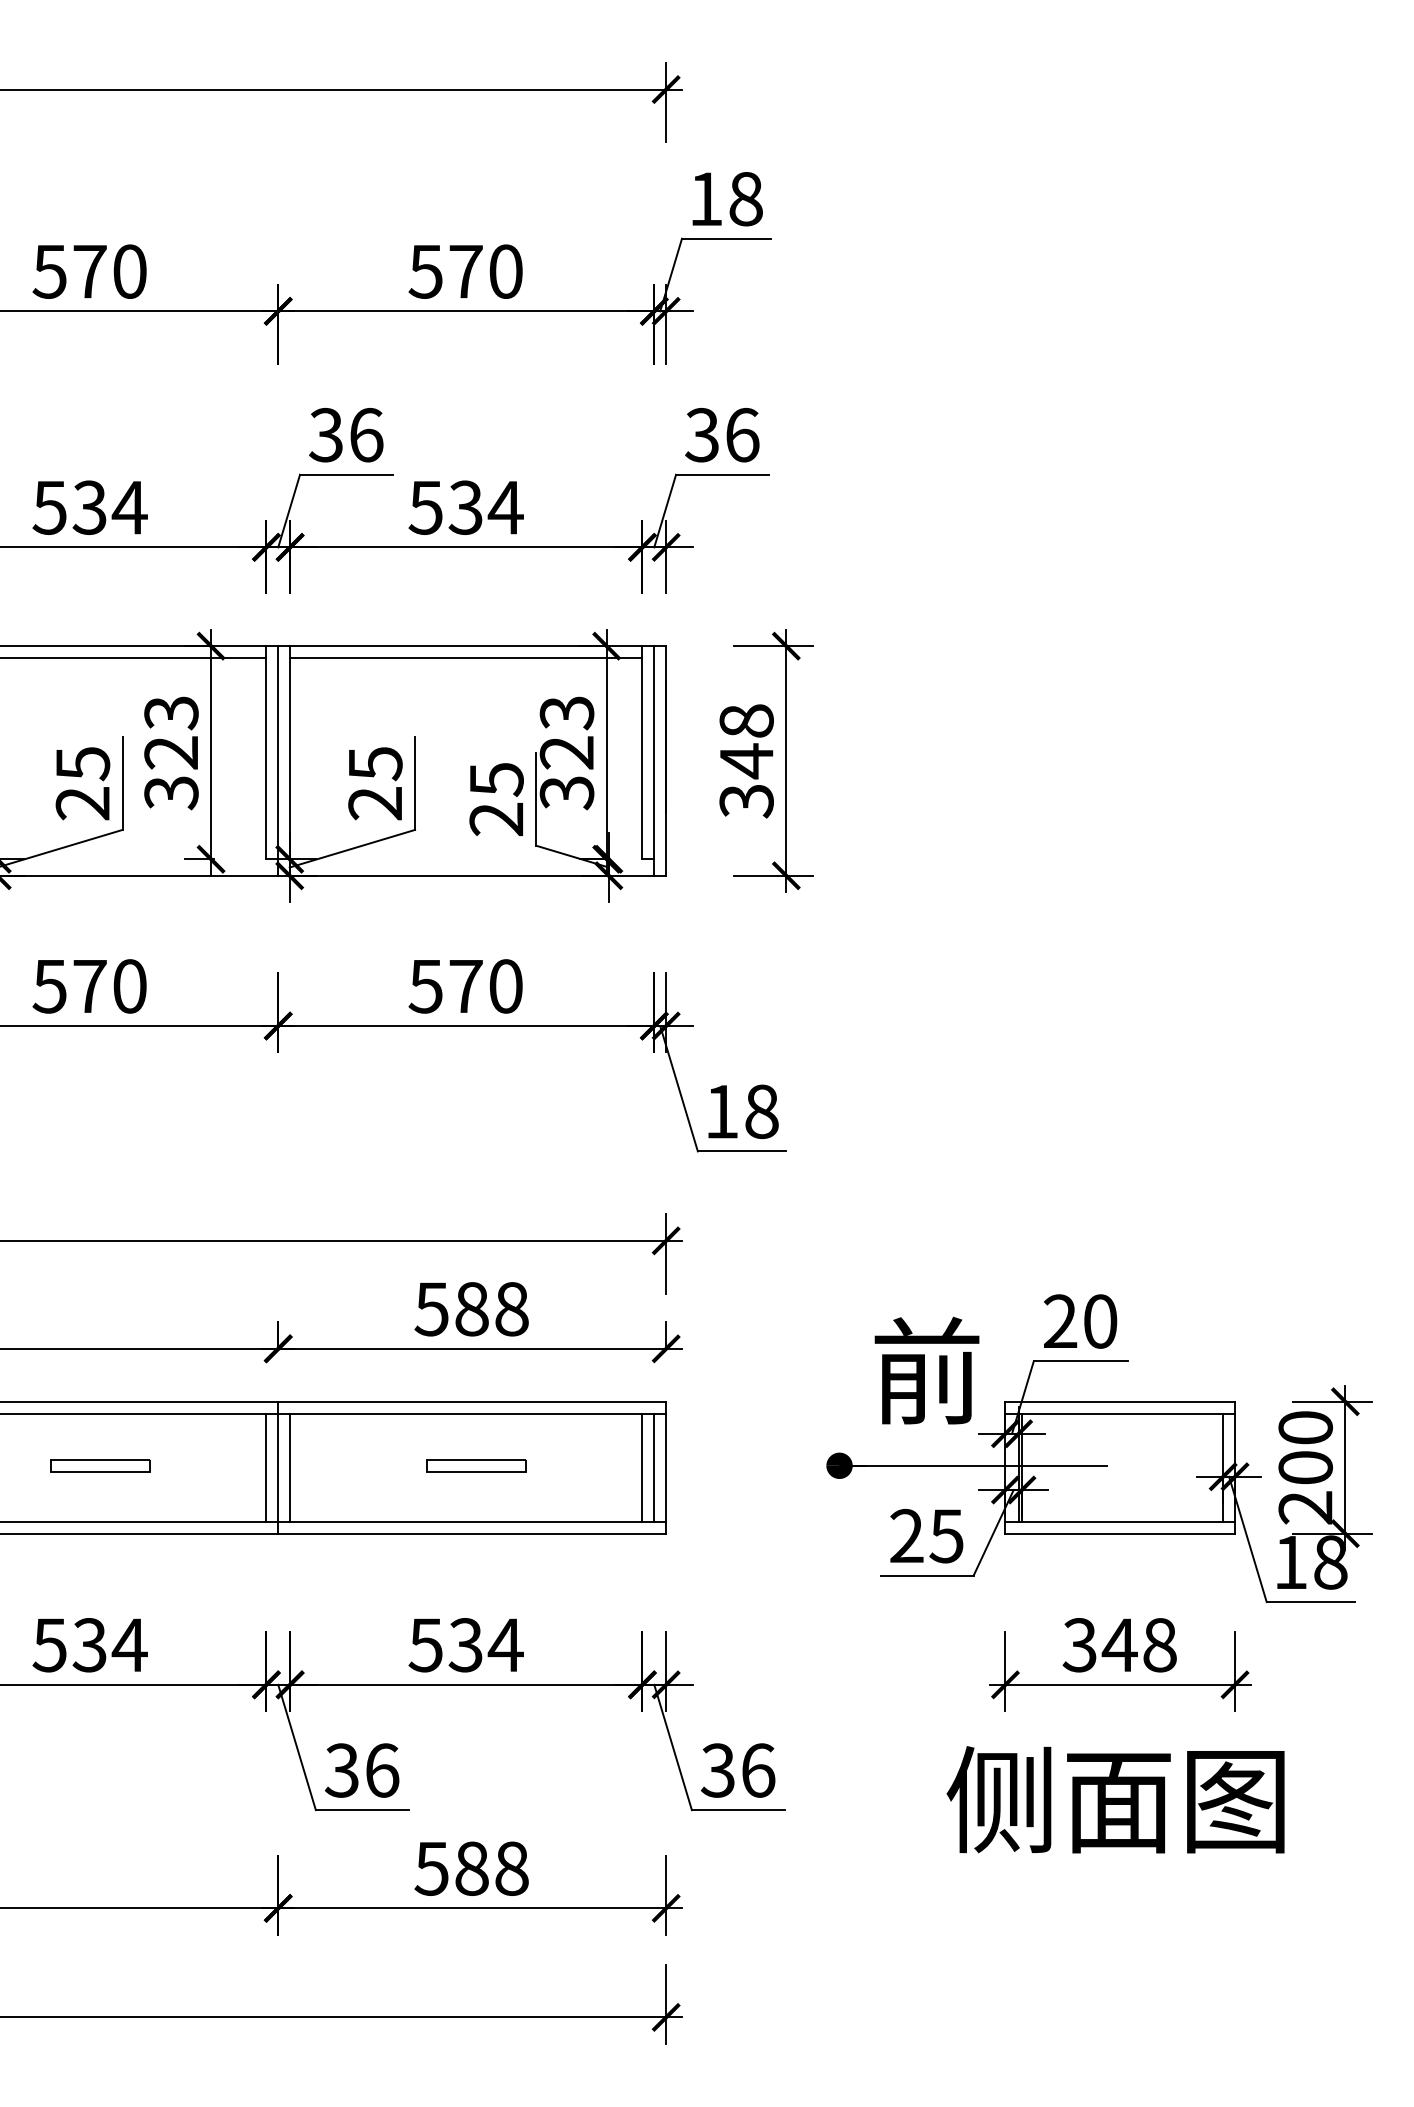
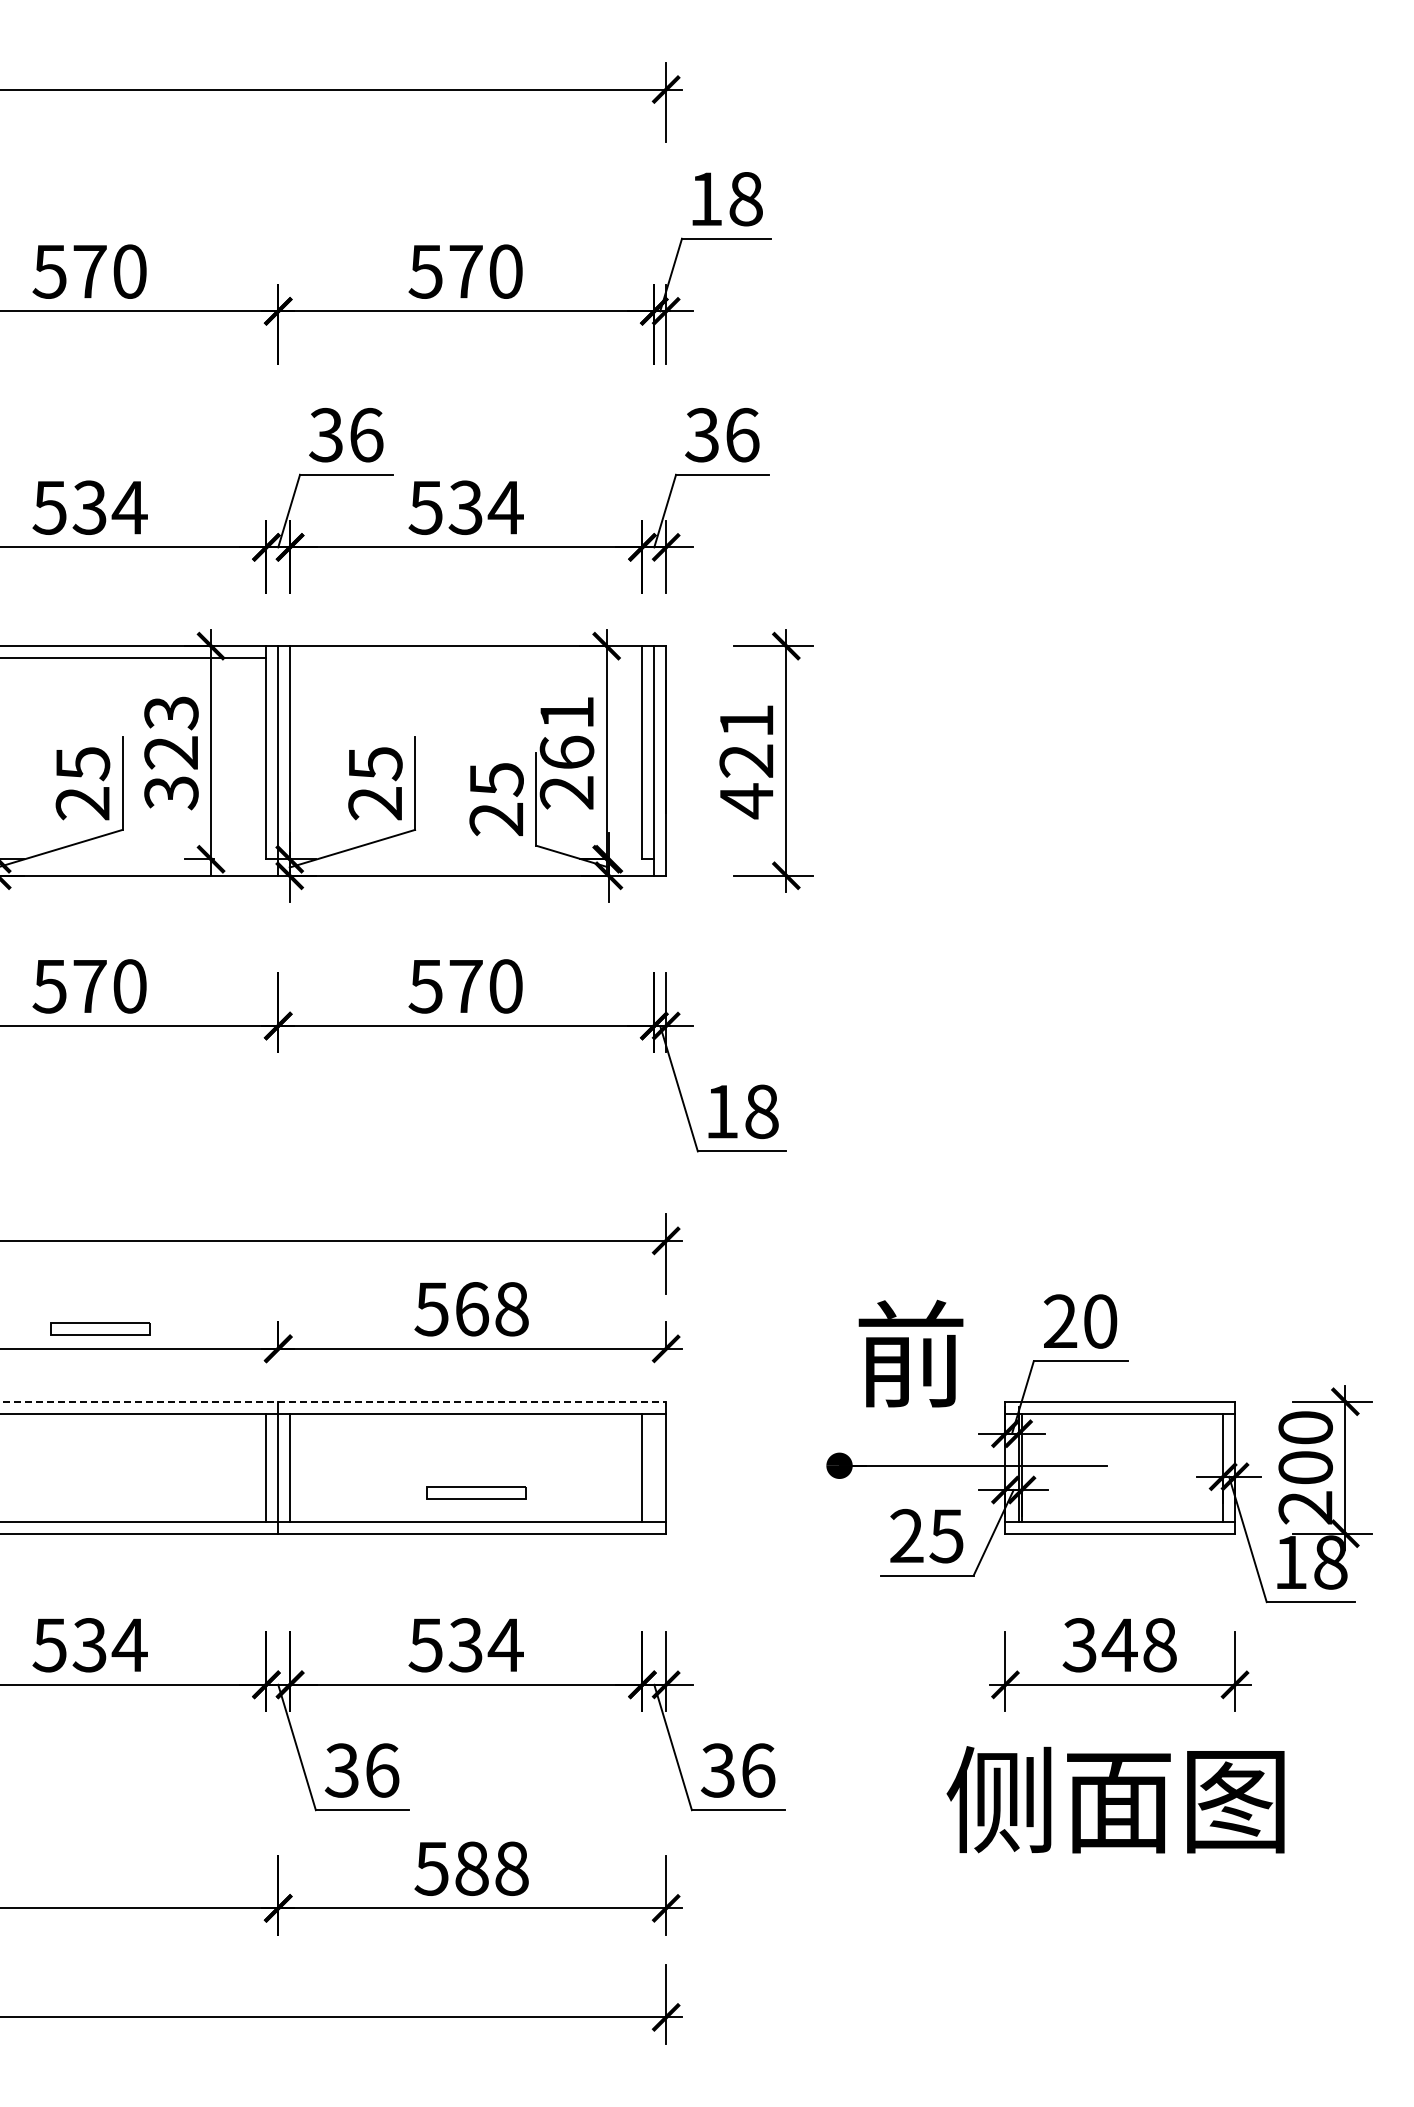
line at (466, 658): present -> none
text at (566, 753): 323 -> 261
text at (746, 761): 348 -> 421
text at (472, 1309): 588 -> 568
text at (926, 1370) position: (926, 1370) -> (910, 1353)
line at (333, 1401): solid -> dashed
part at (100, 1465) position: (100, 1465) -> (100, 1328)
part at (476, 1465) position: (476, 1465) -> (476, 1492)
line at (654, 1467): present -> none
